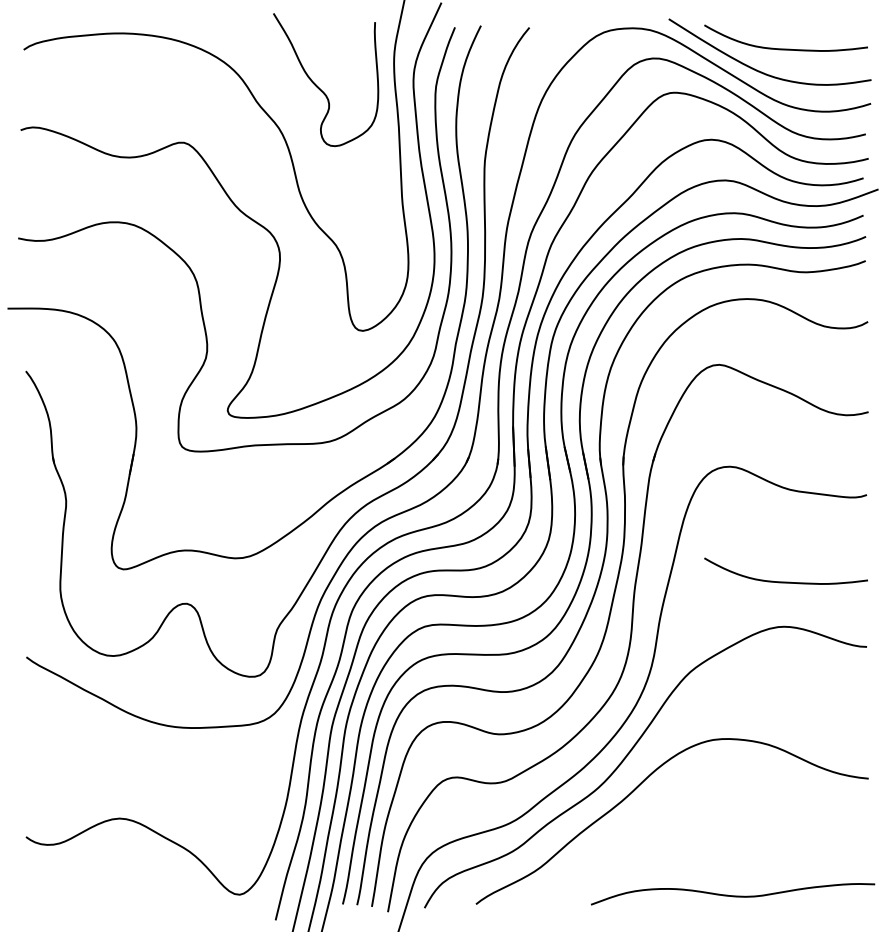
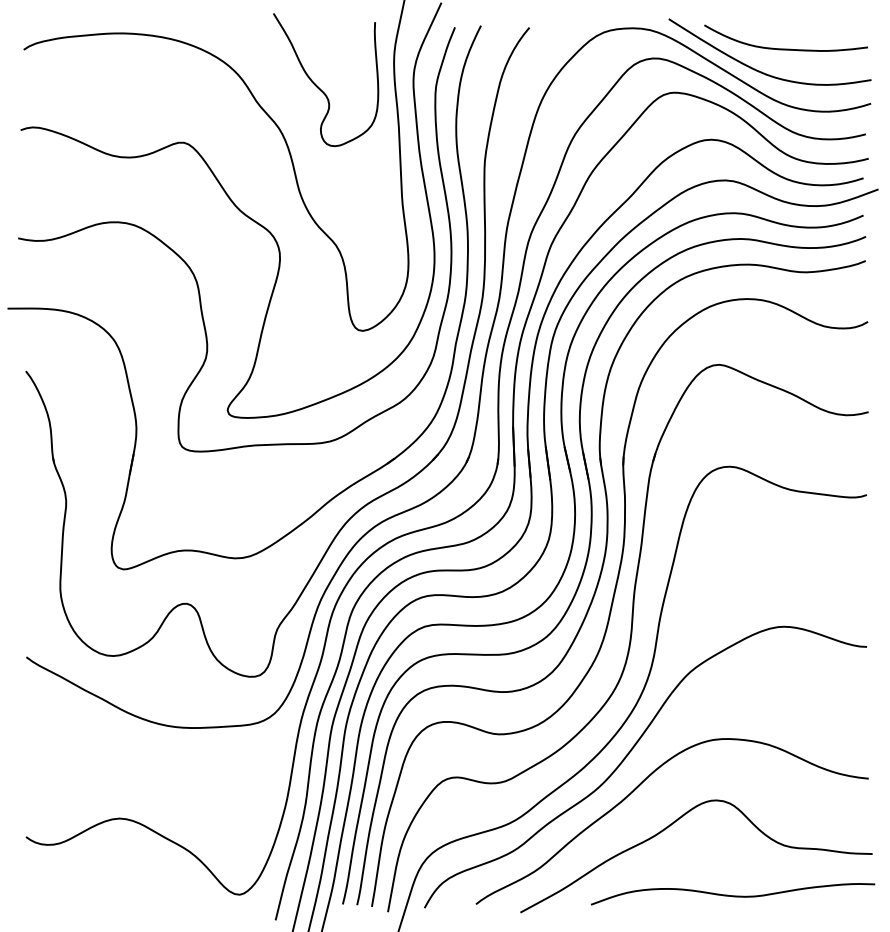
curve at (785, 581): present -> none
curve at (674, 823): none -> present
